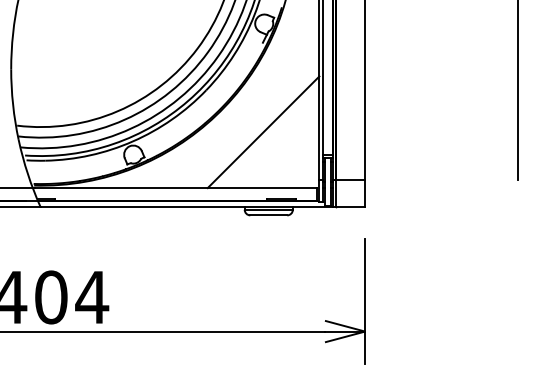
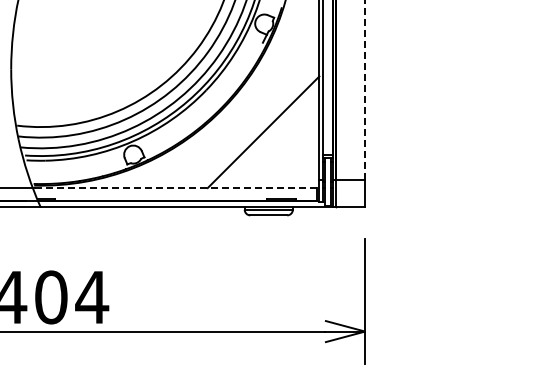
line at (365, 90): solid -> dashed
line at (517, 91): present -> none
line at (175, 188): solid -> dashed
